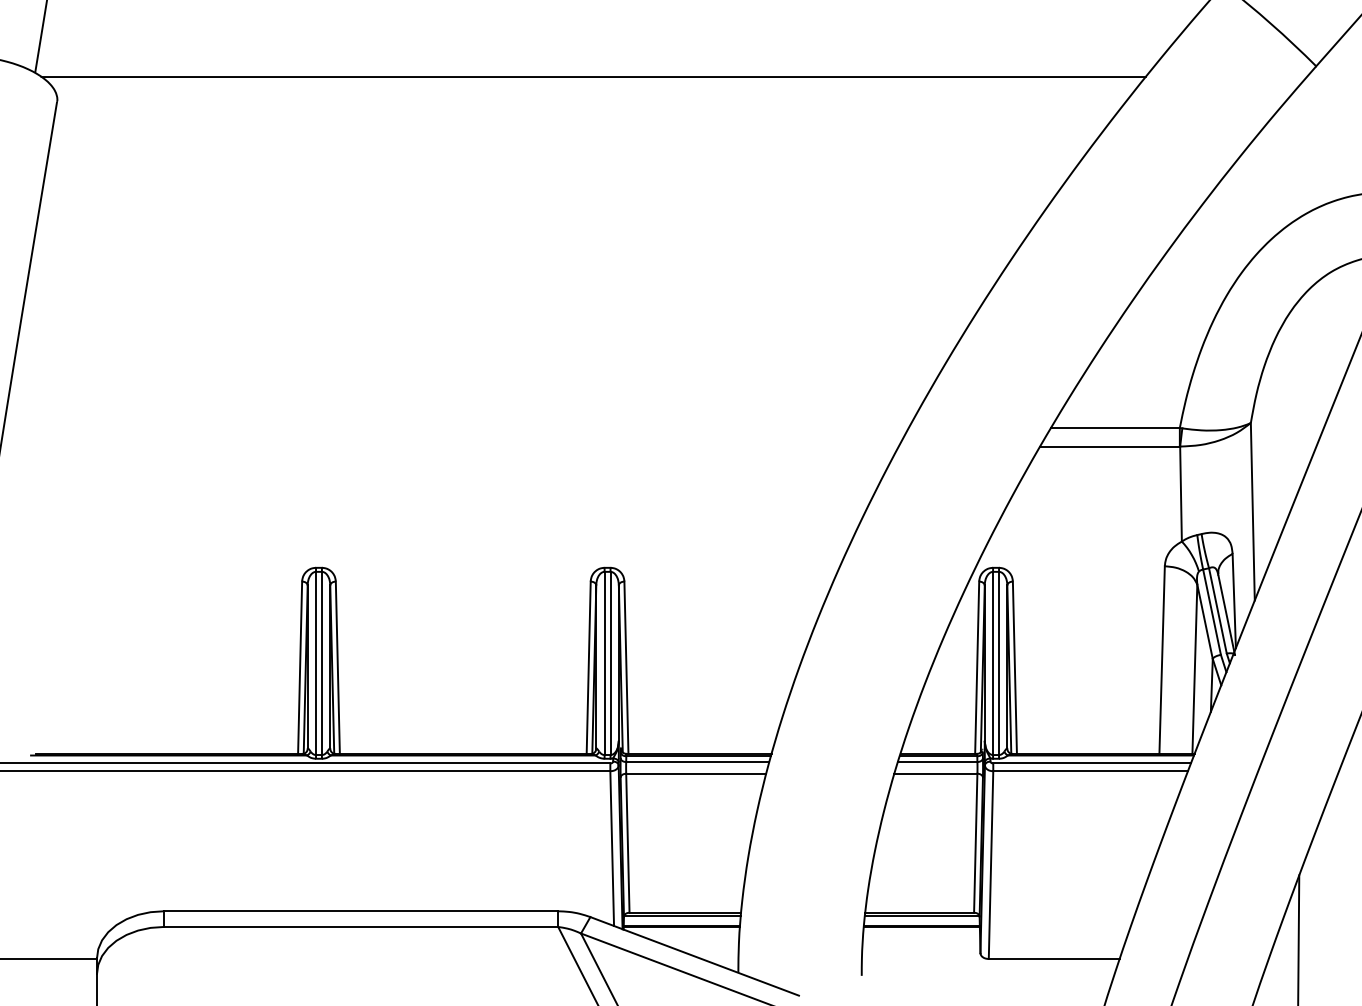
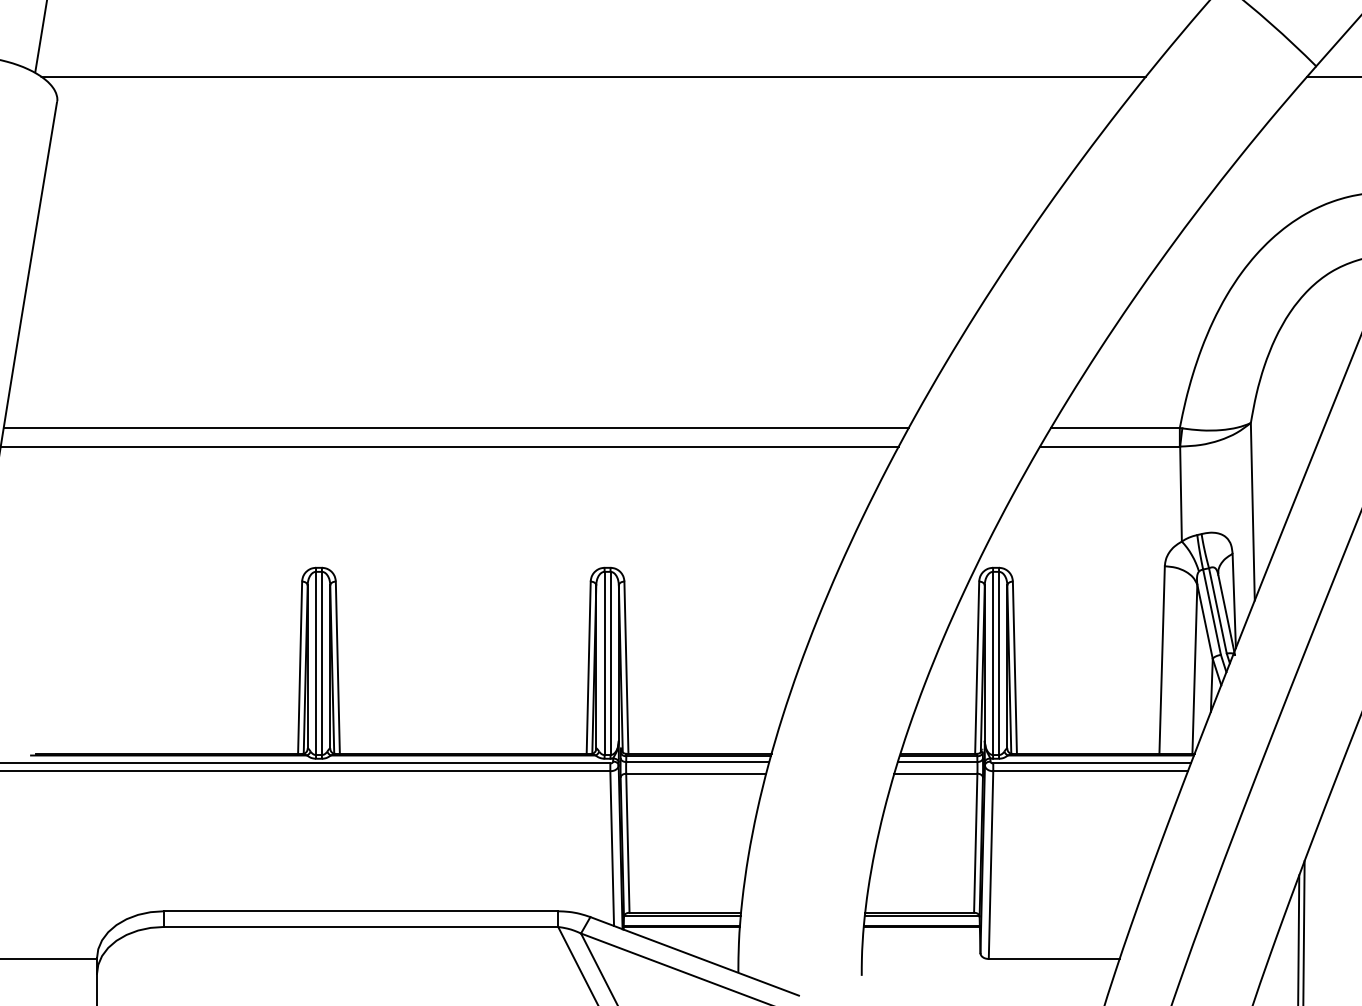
line at (1332, 77): none -> present
line at (455, 428): none -> present
line at (450, 446): none -> present
line at (1303, 931): none -> present
